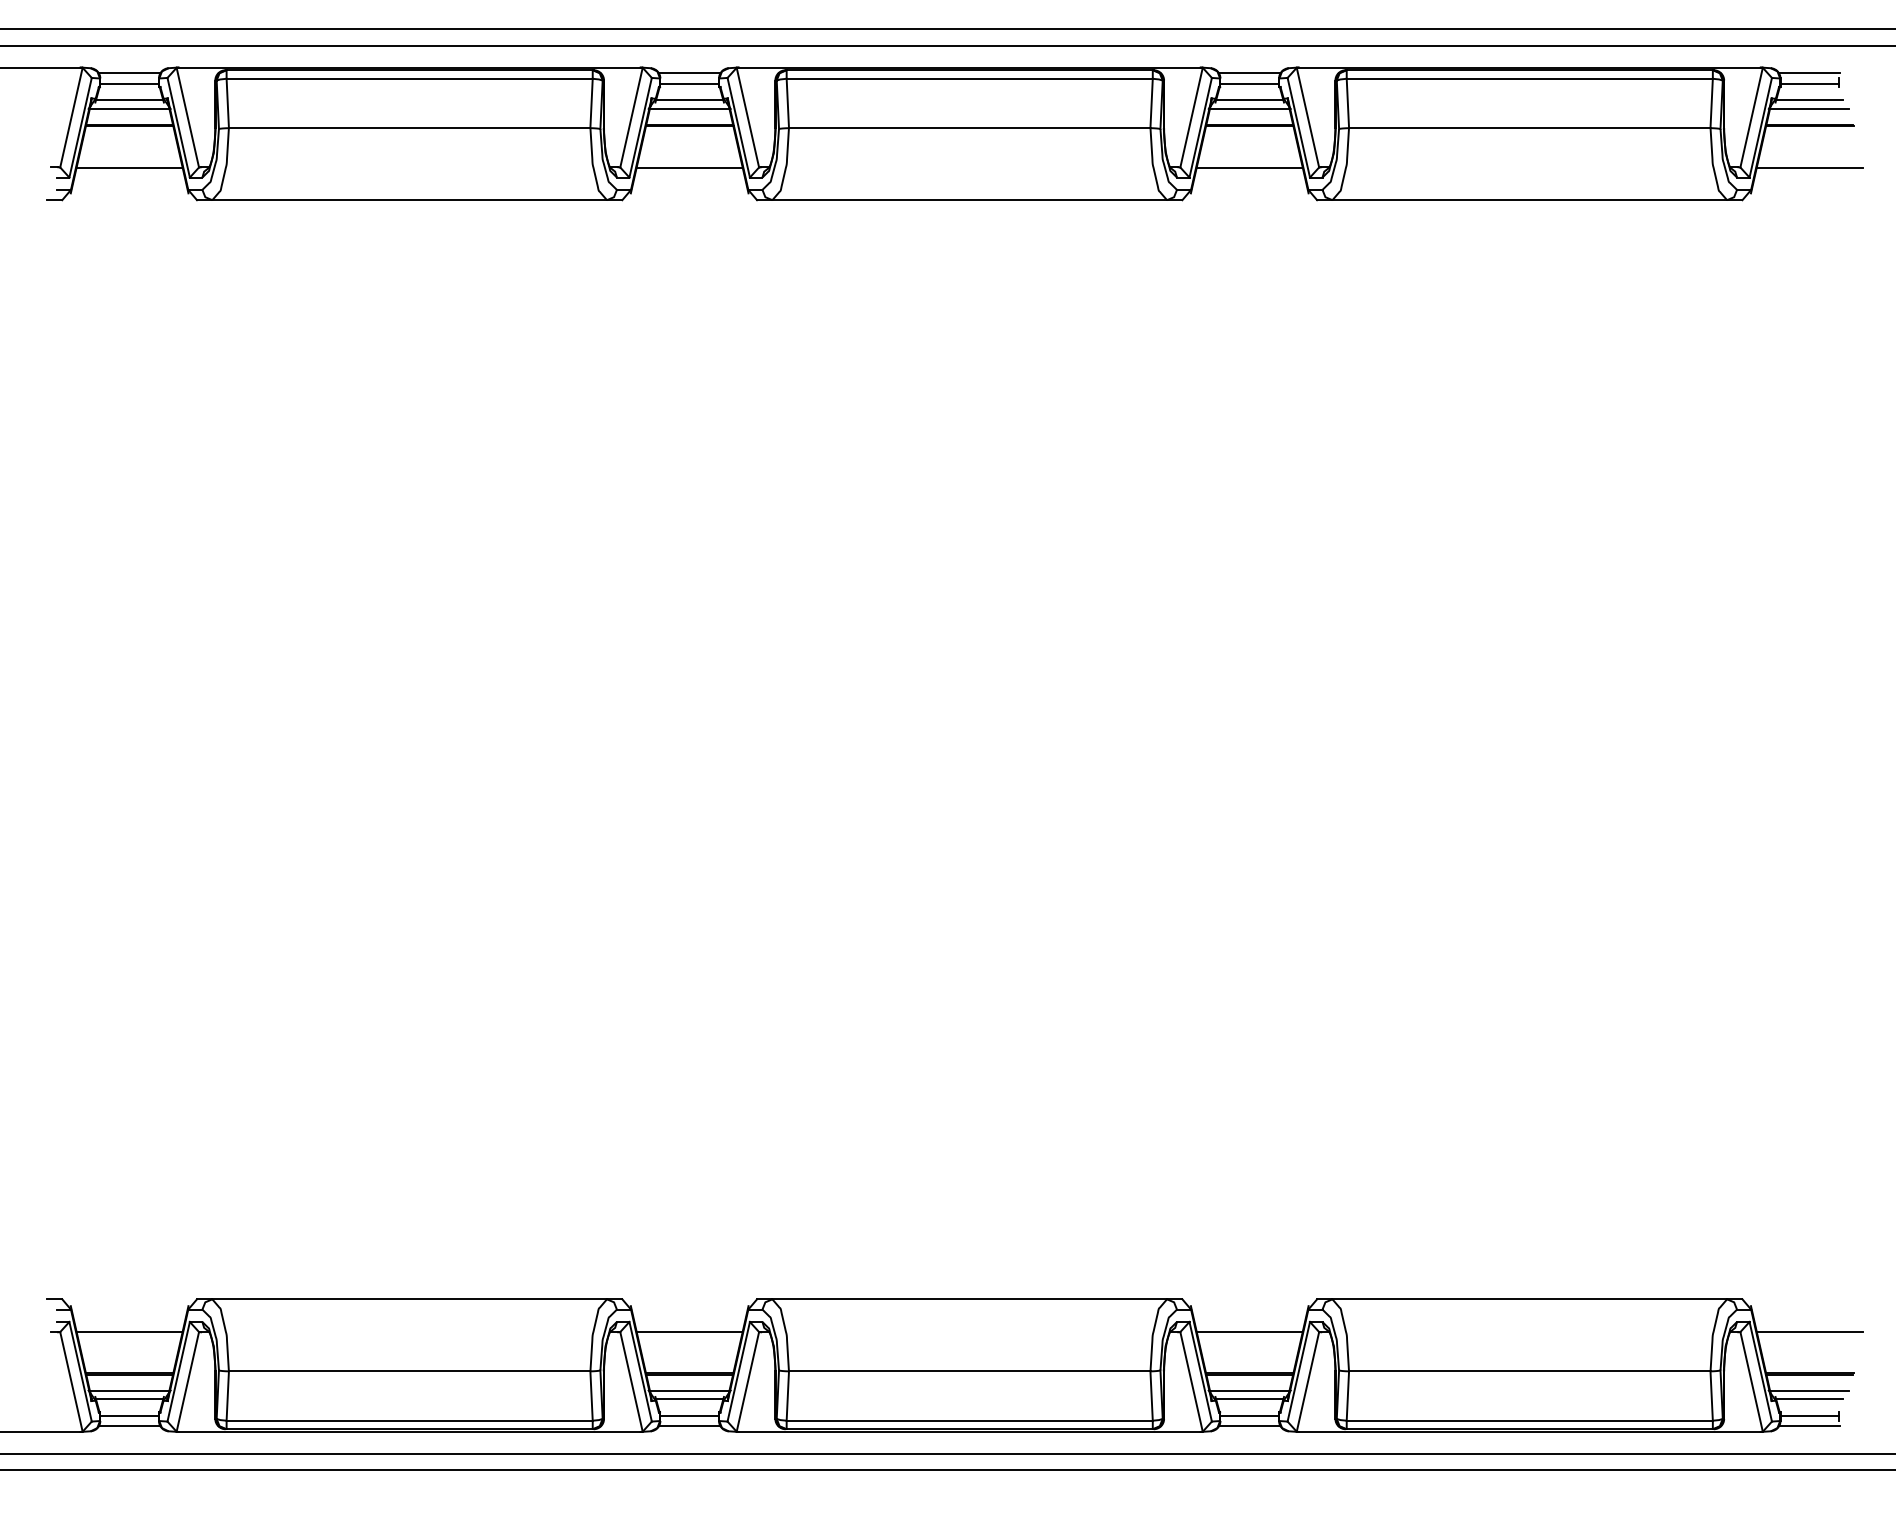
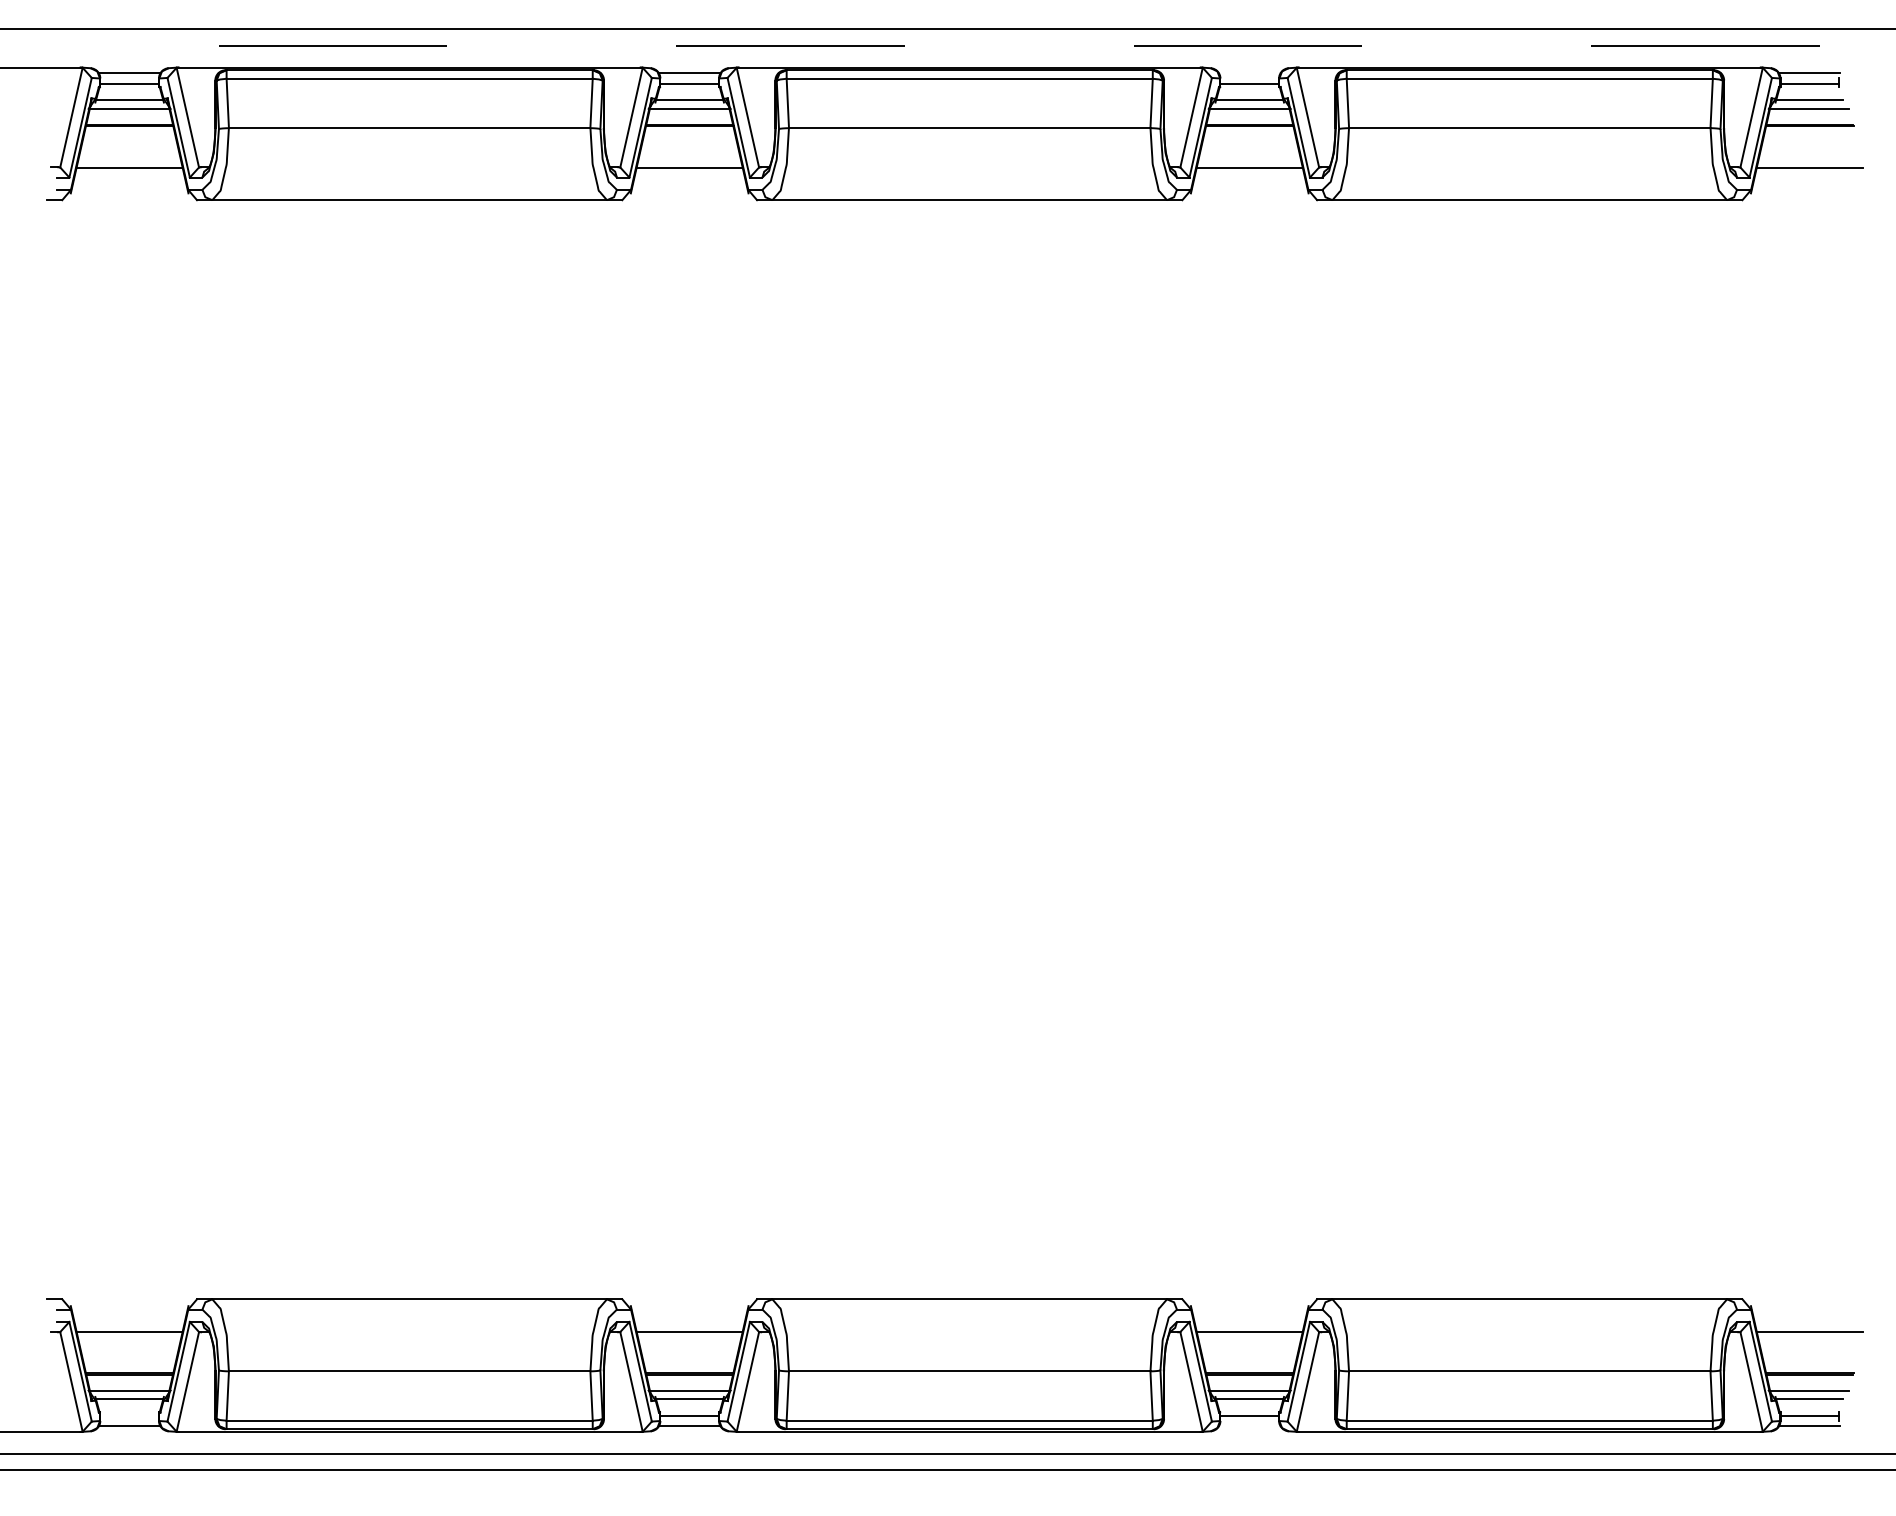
line at (947, 45): solid -> dashed
line at (1249, 73): present -> none
line at (129, 1415): present -> none
line at (1249, 1426): present -> none
